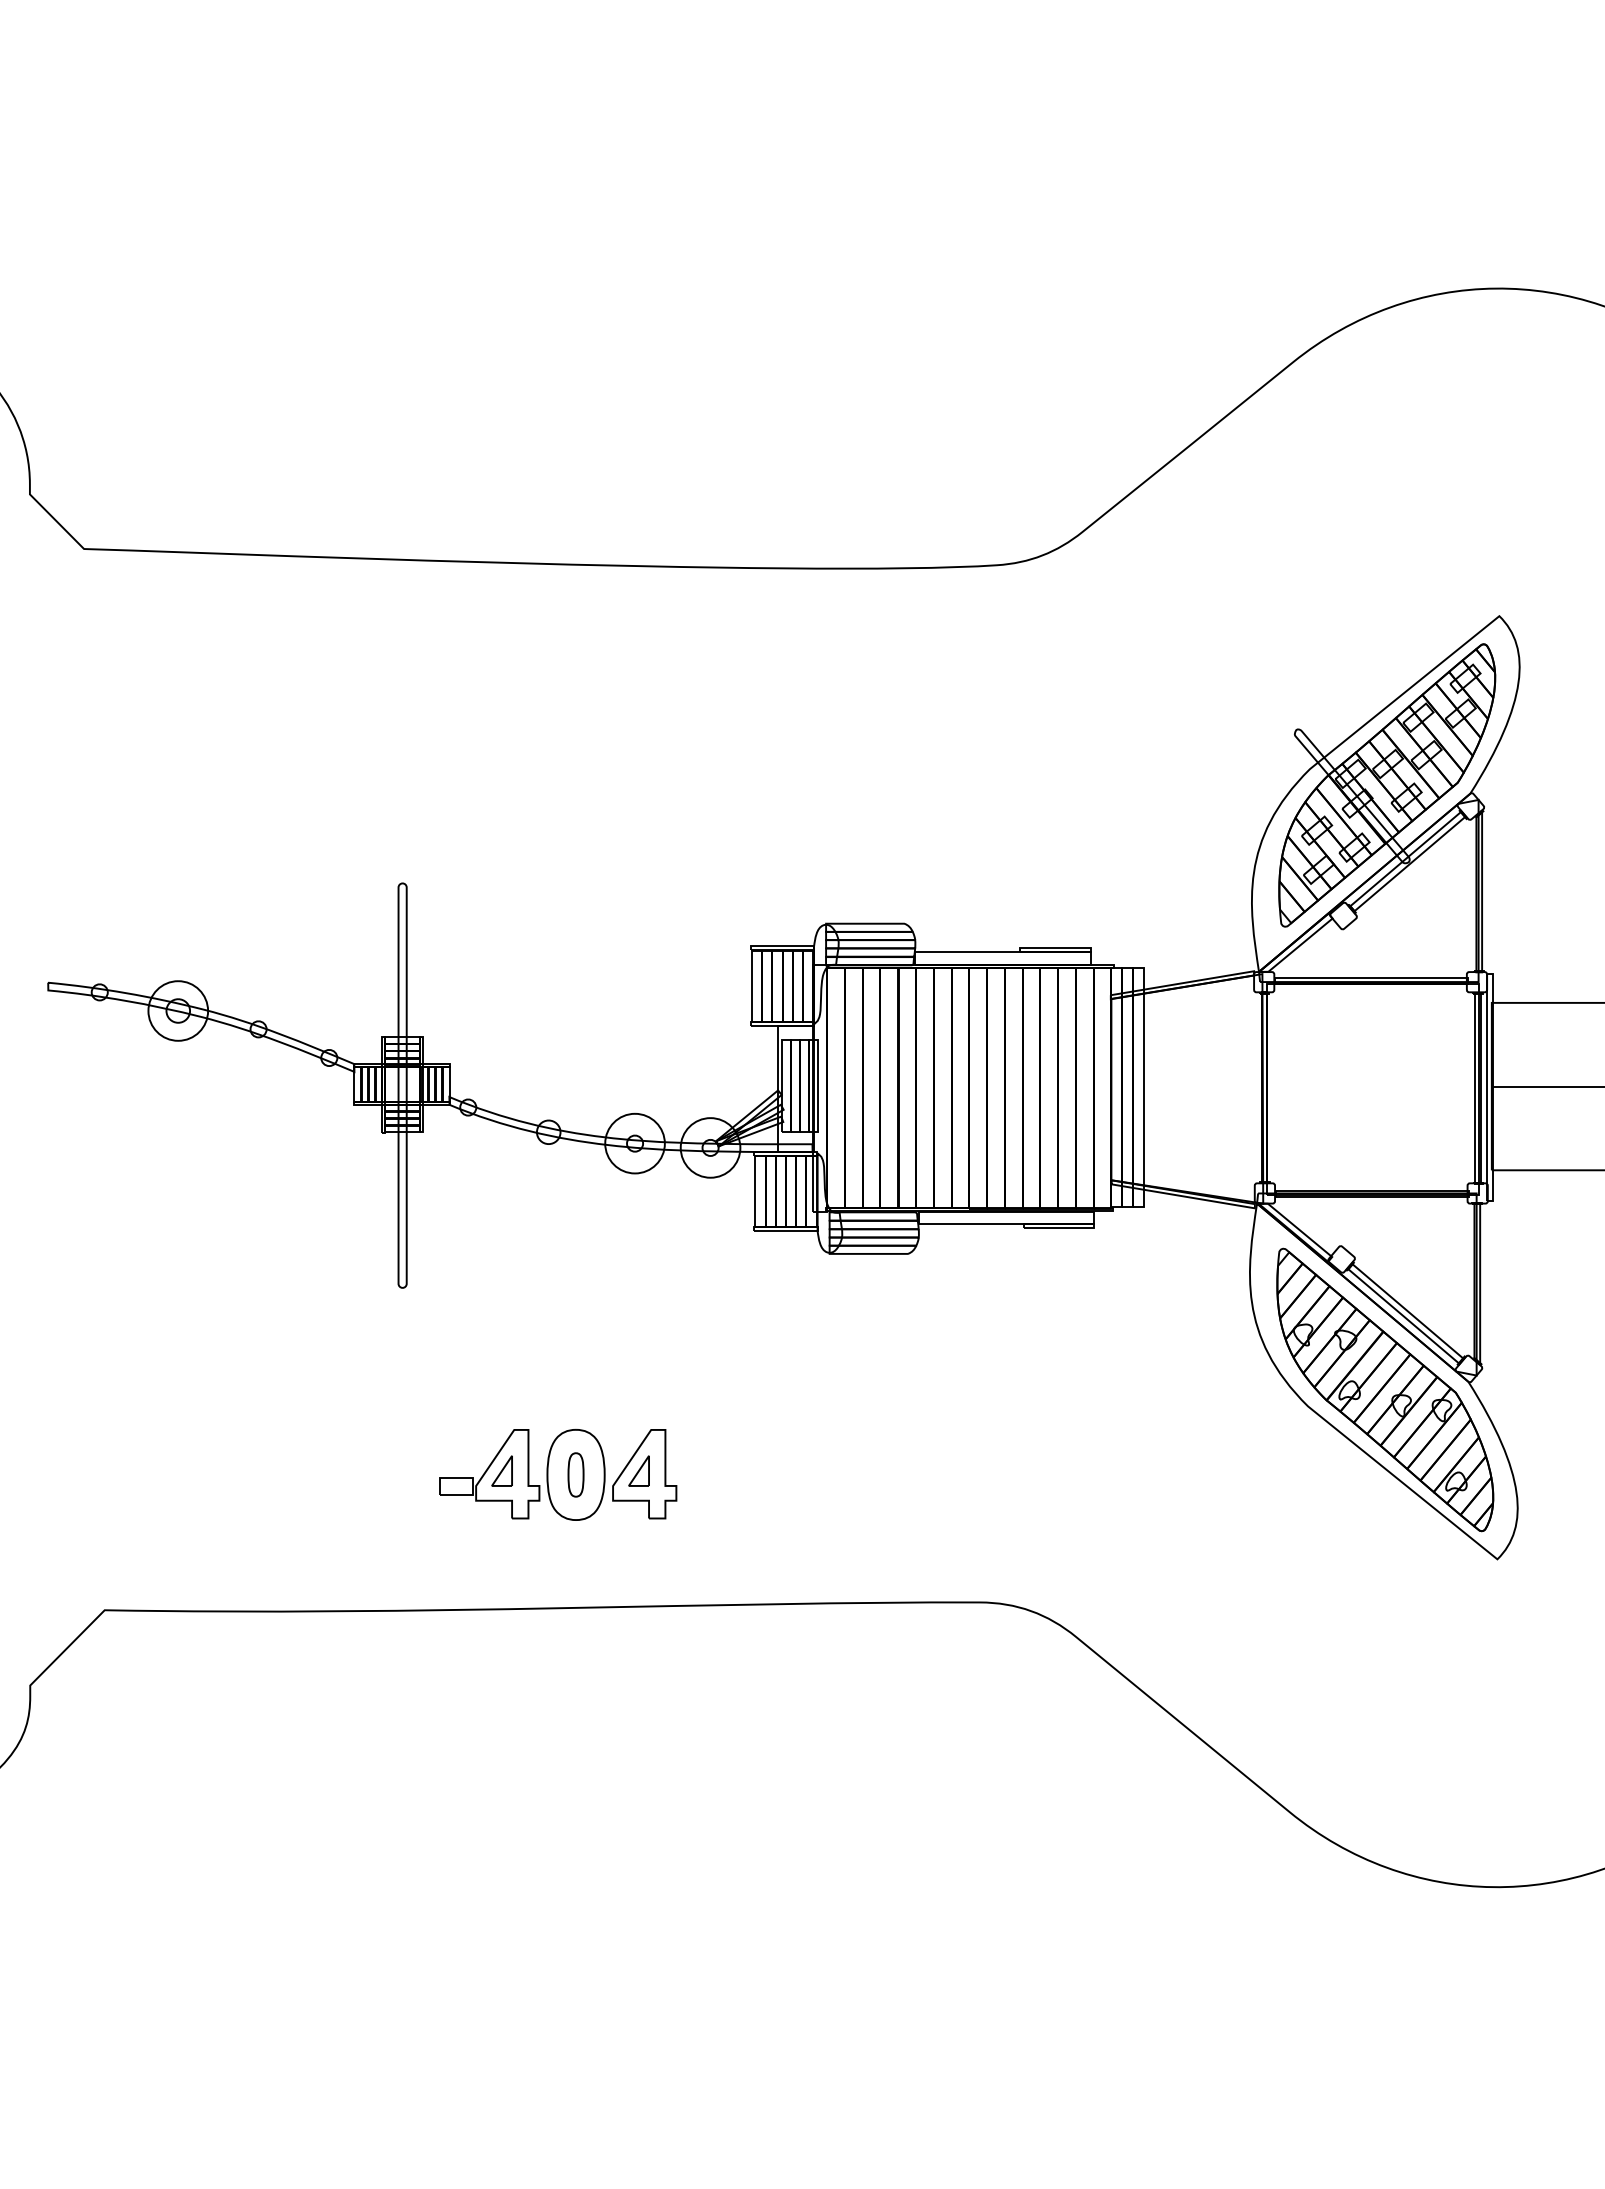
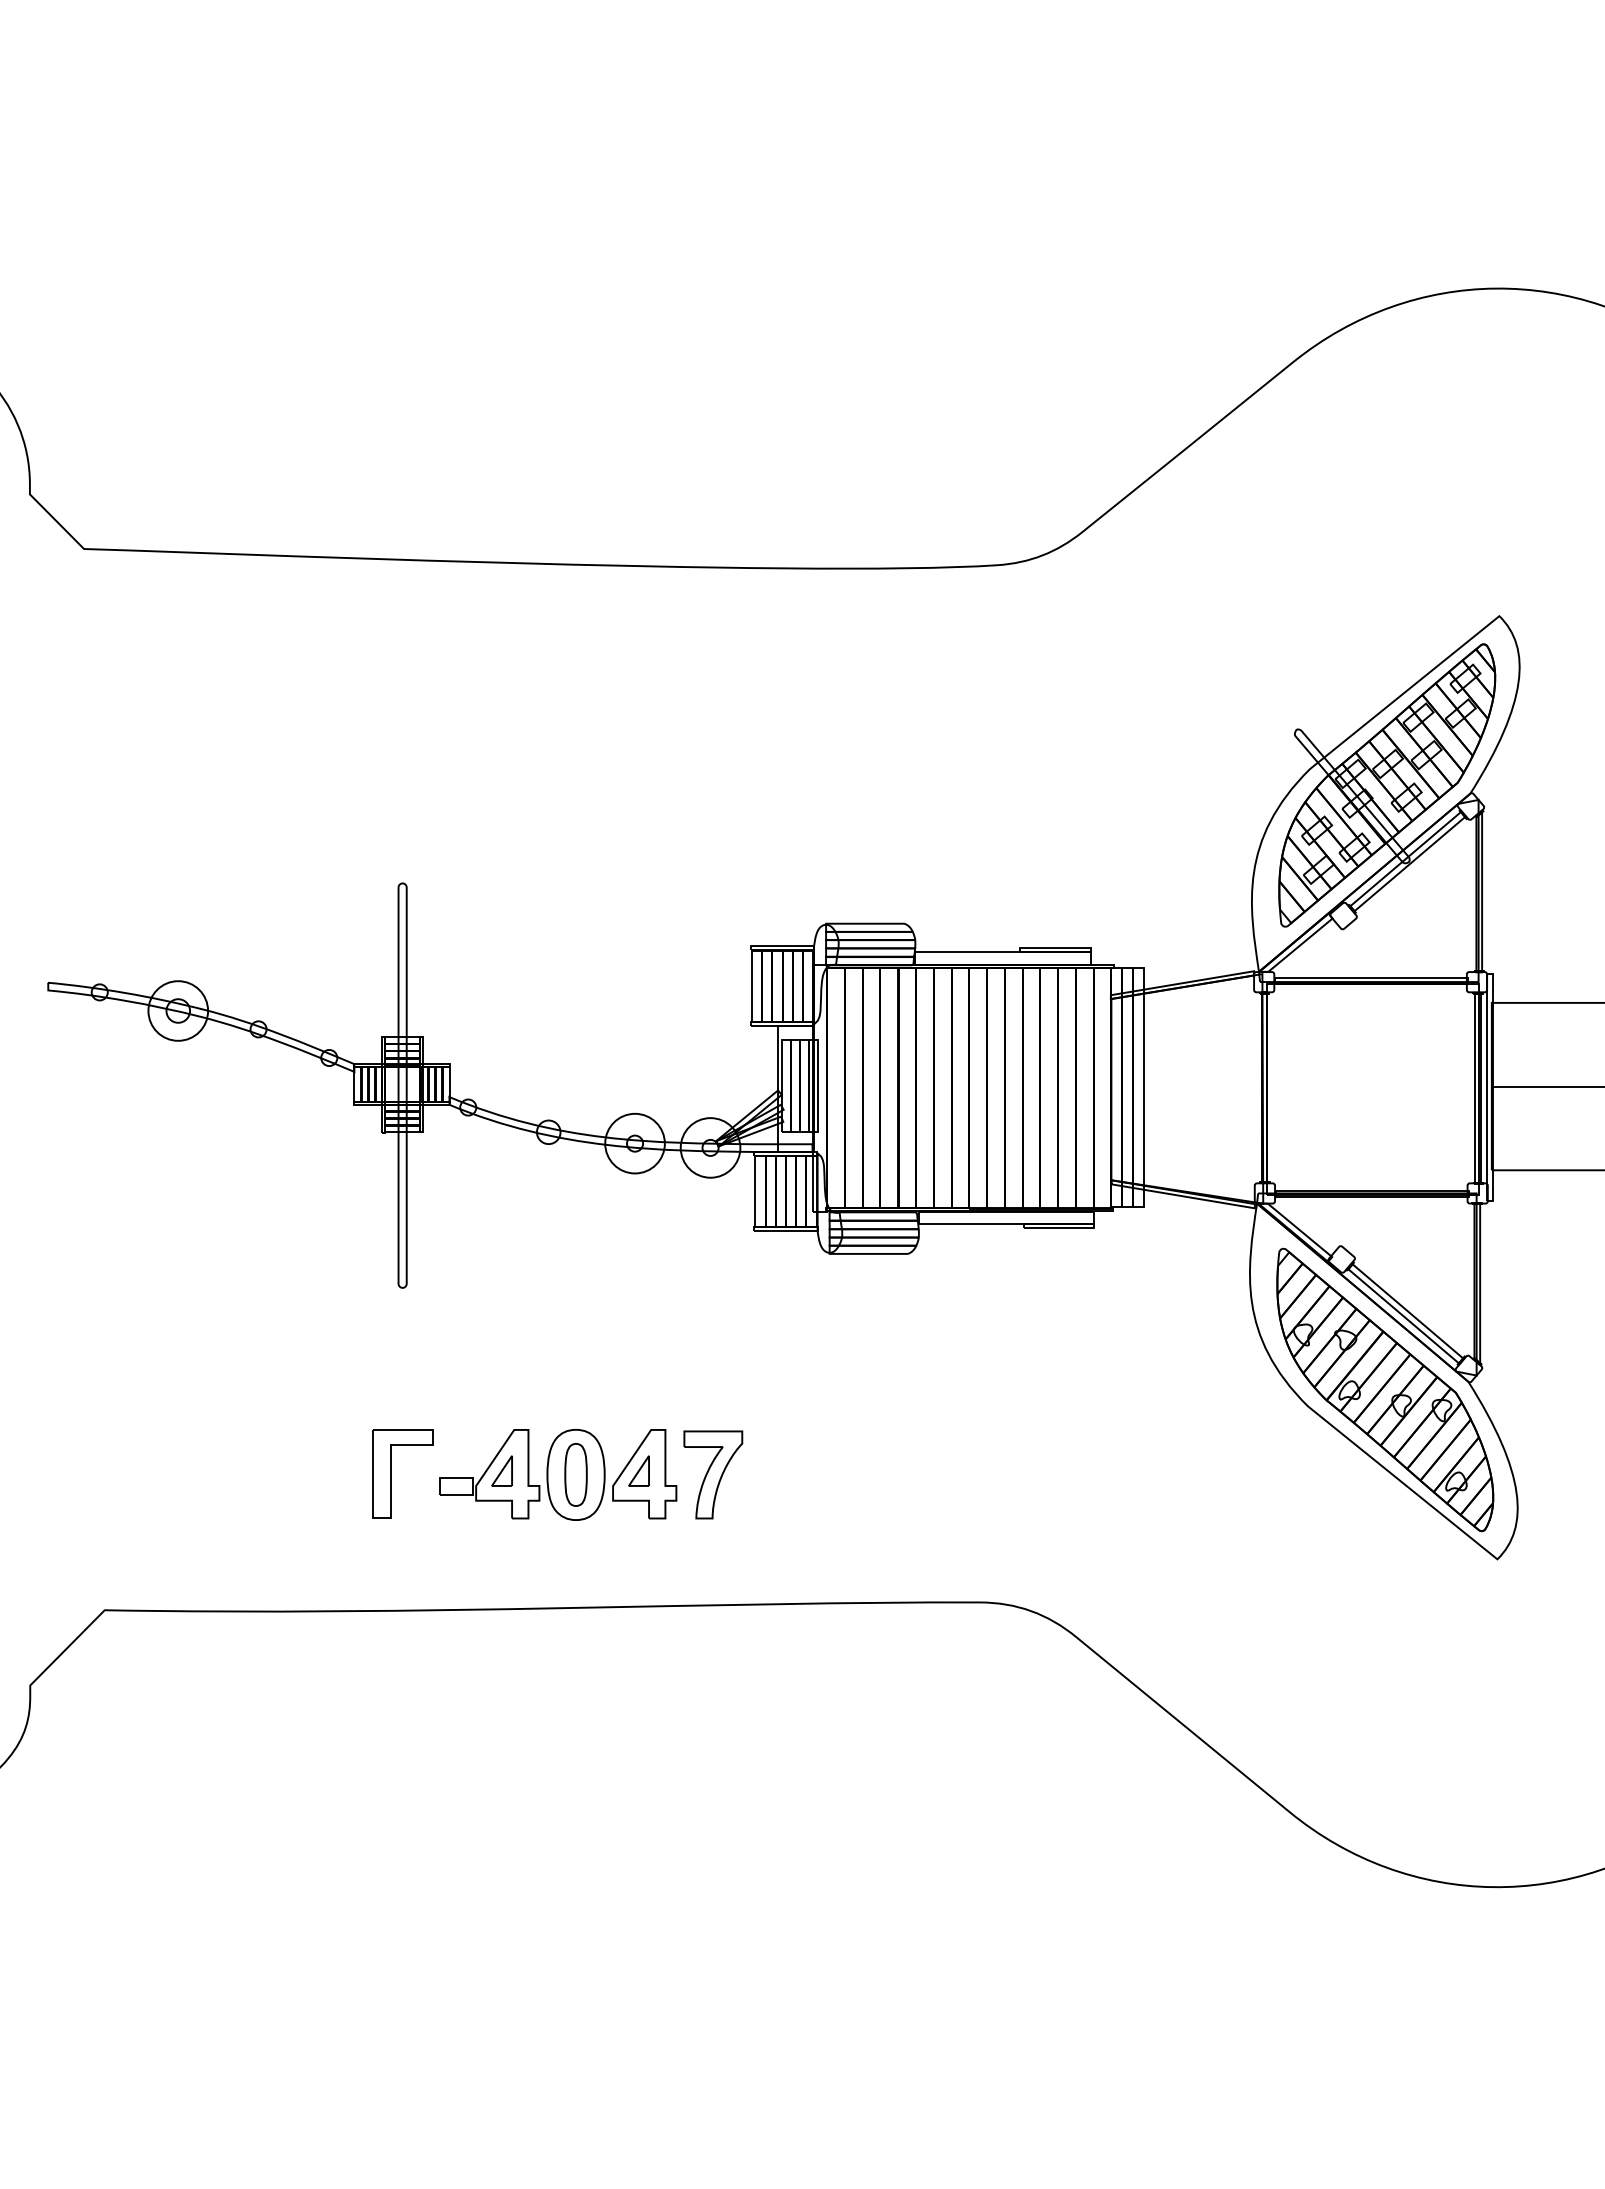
part at (391, 1473): none -> present
part at (575, 1474) size: 18x46 px -> 24x64 px
part at (713, 1474): none -> present
